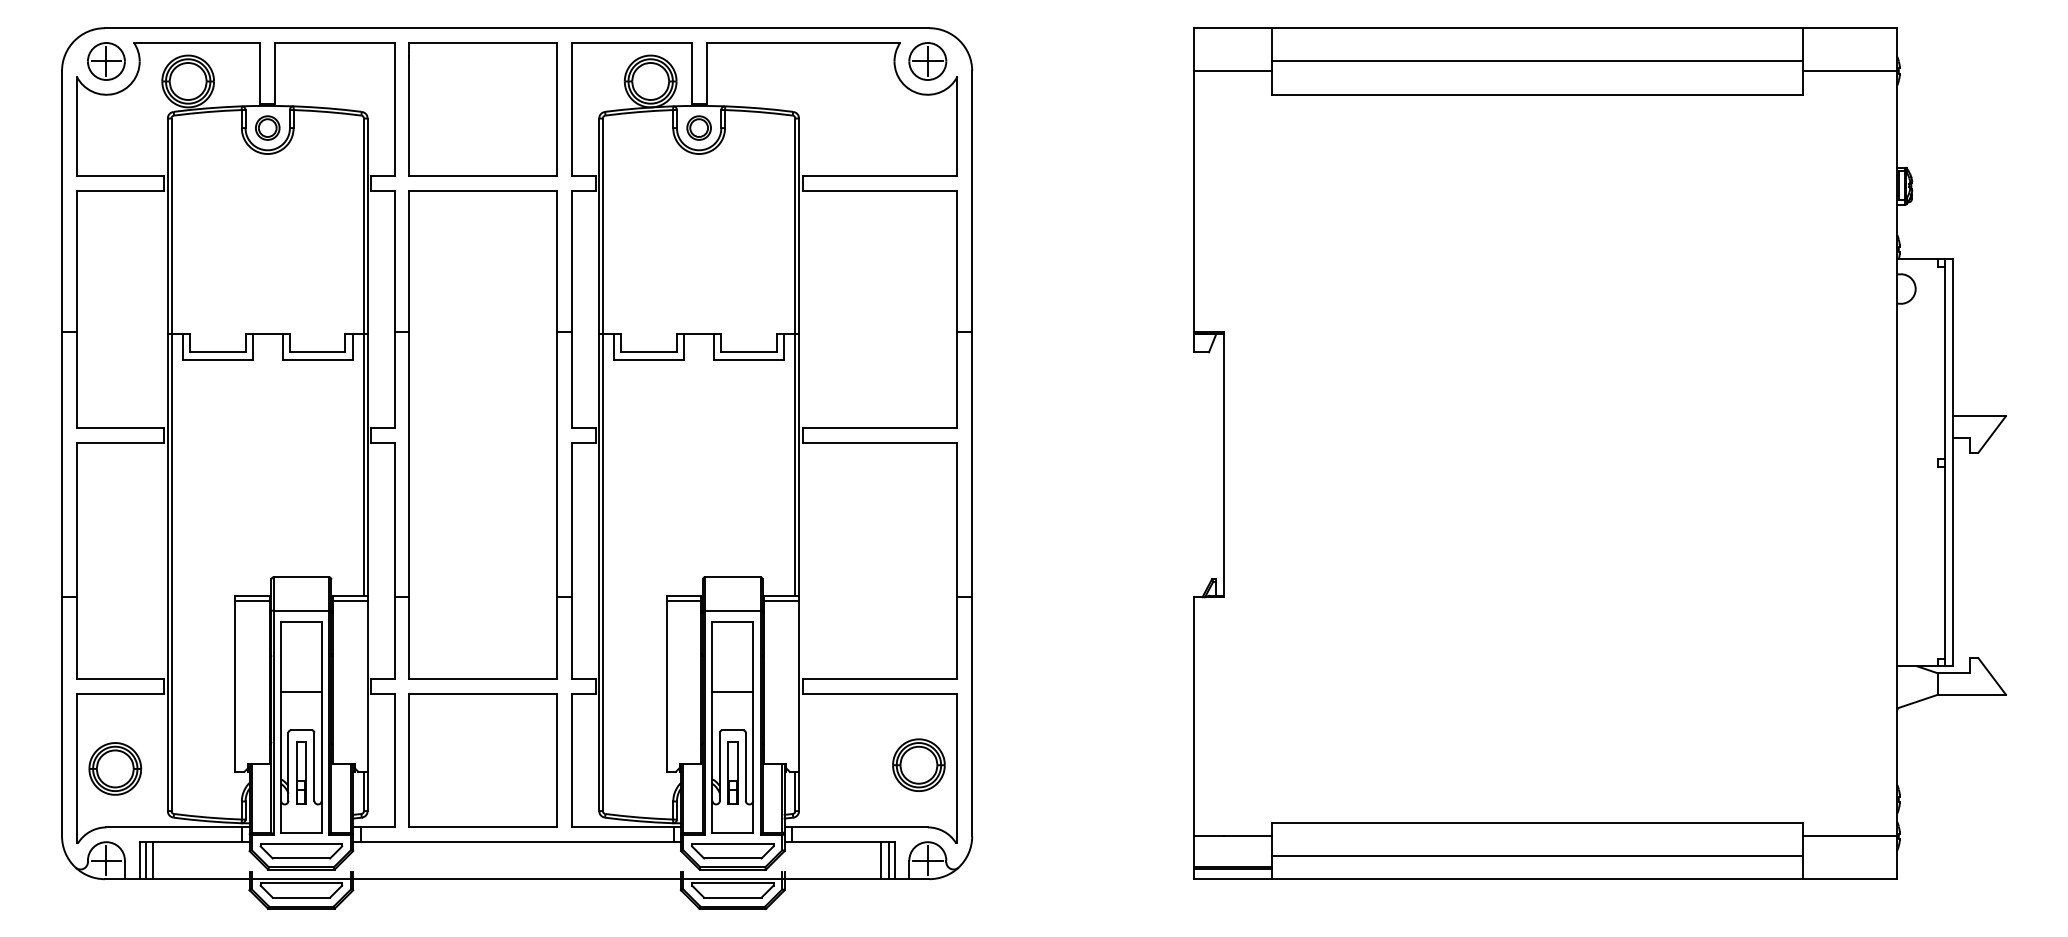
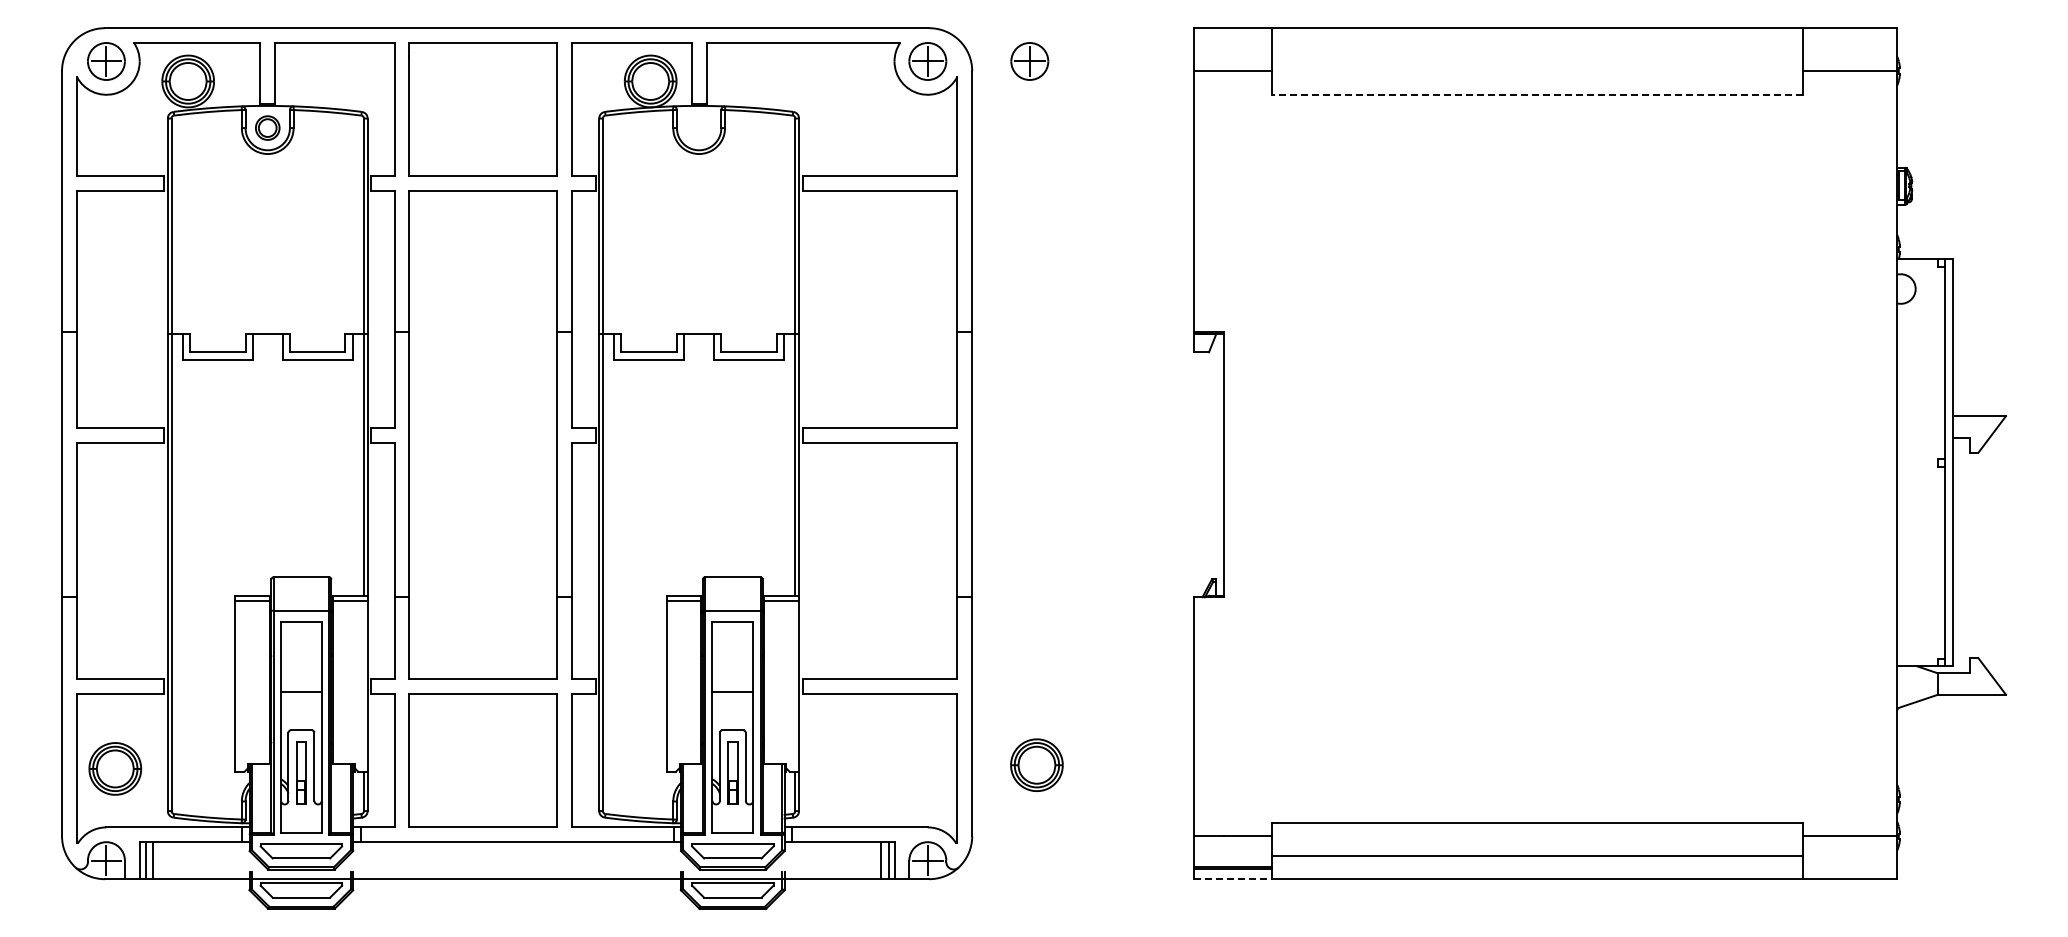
part at (1029, 61): none -> present
line at (1537, 61): present -> none
line at (1537, 94): solid -> dashed
part at (698, 127): present -> none
part at (918, 764) position: (918, 764) -> (1036, 764)
line at (1233, 879): solid -> dashed
